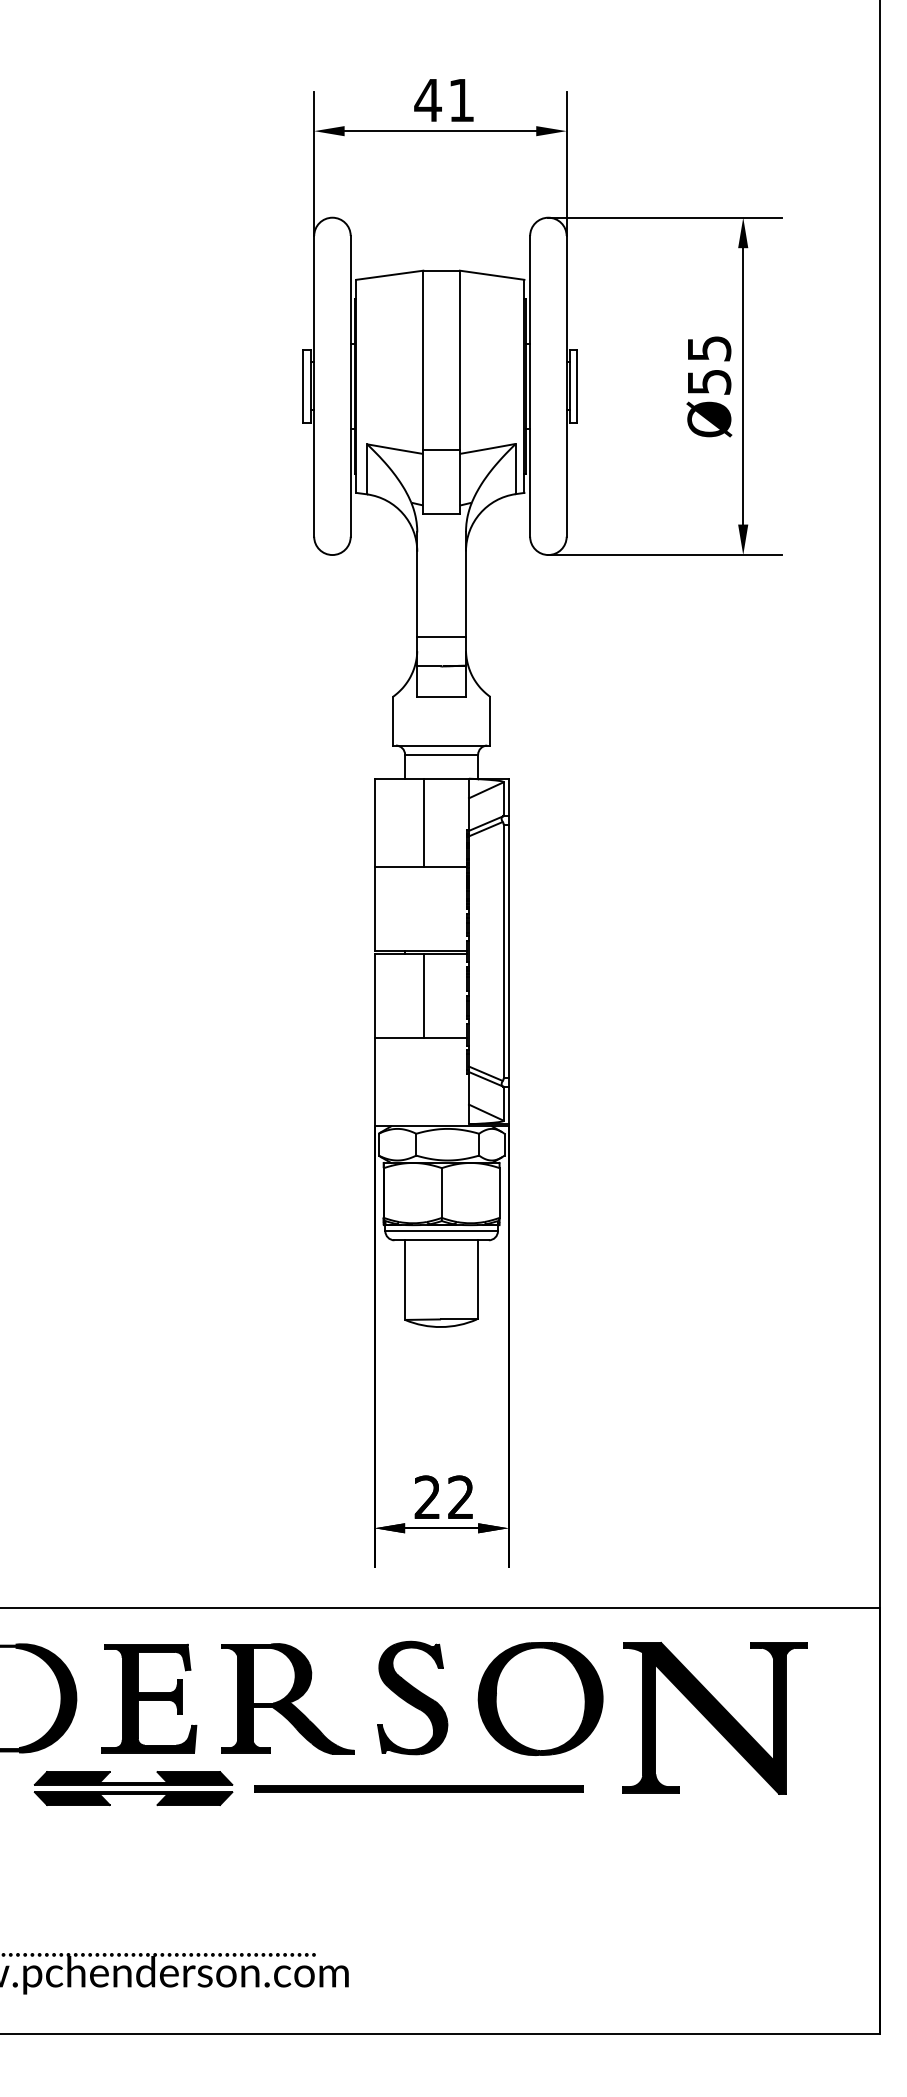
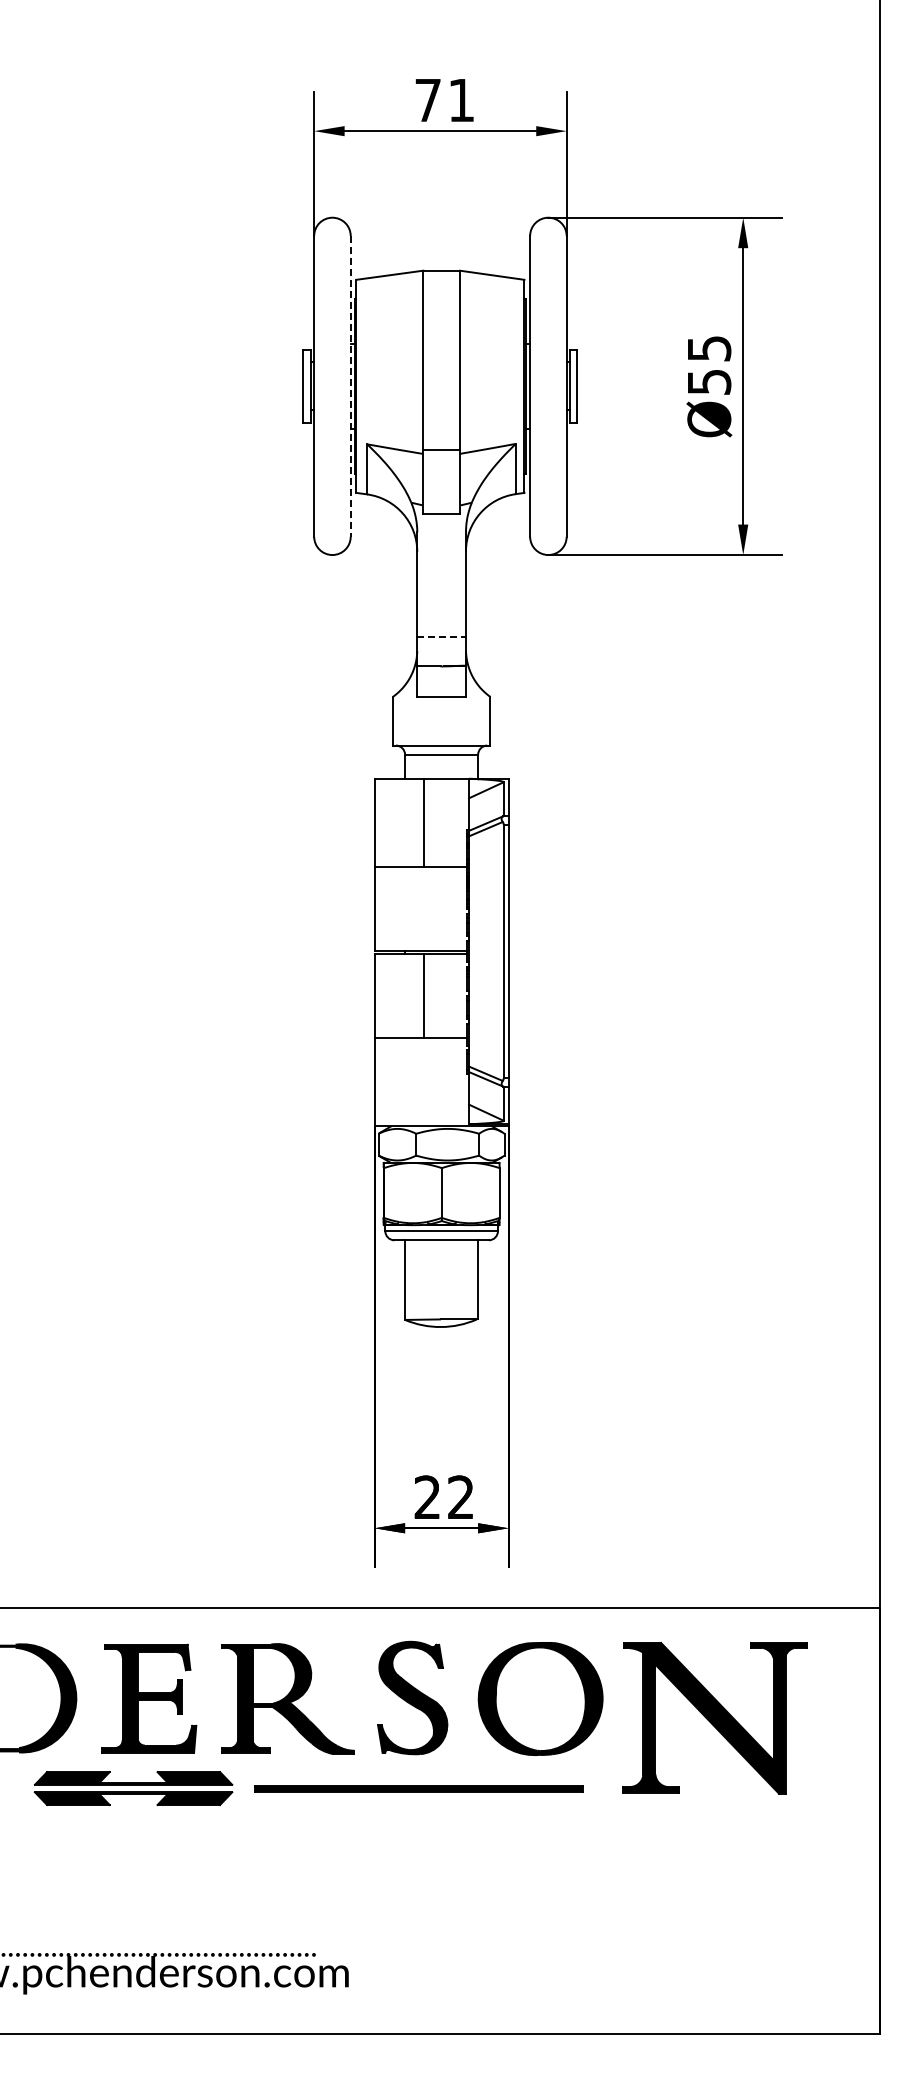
text at (427, 100): 41 -> 71
line at (350, 386): solid -> dashed
line at (442, 636): solid -> dashed
